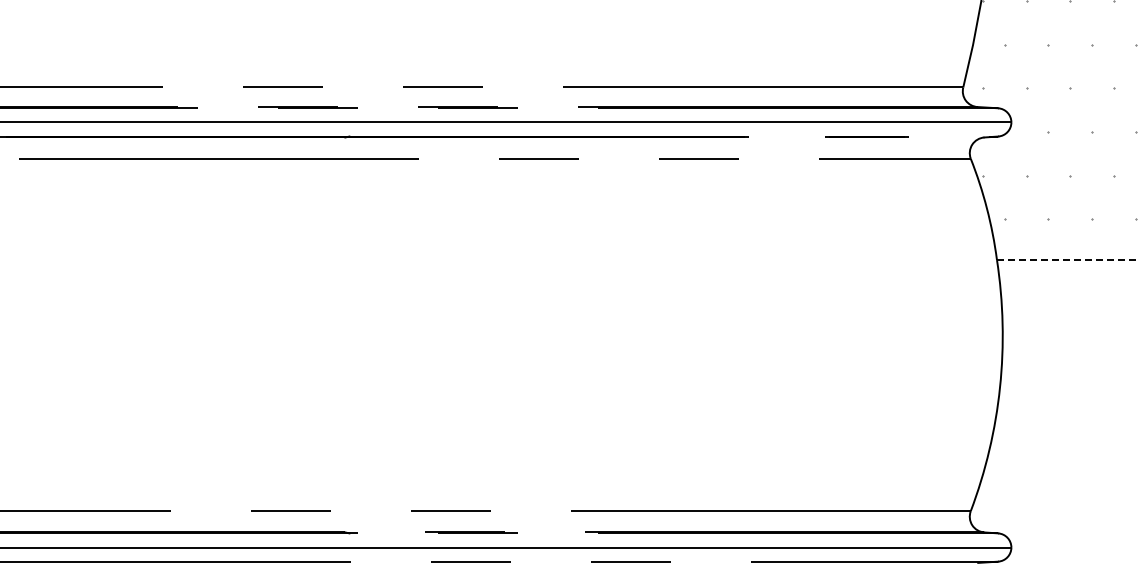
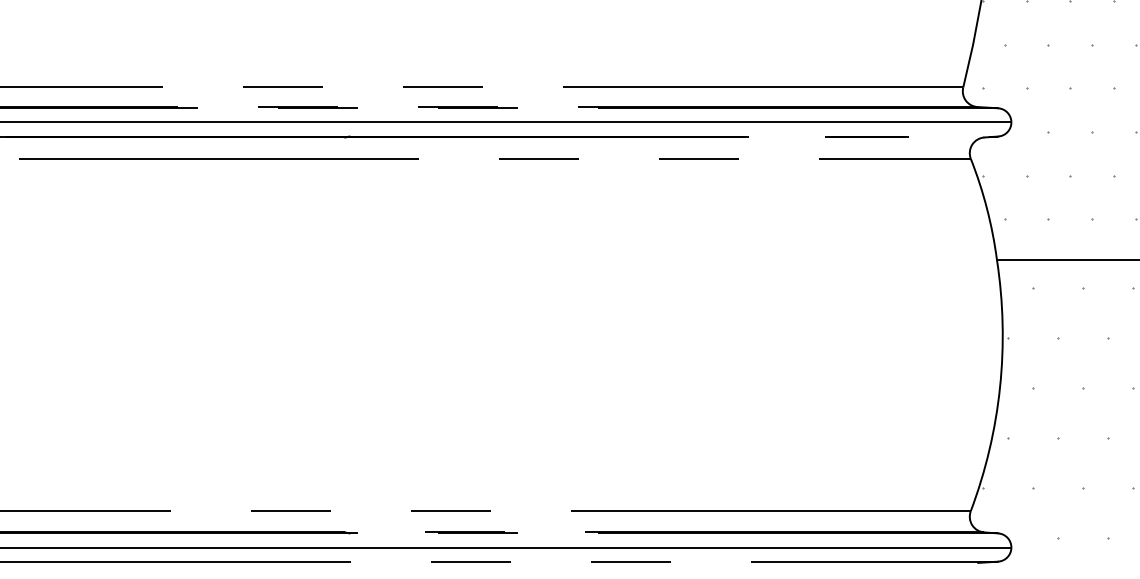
line at (1068, 260): dashed -> solid
hatch at (1057, 413): none -> present
